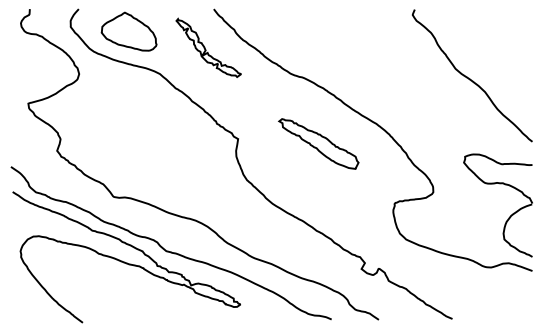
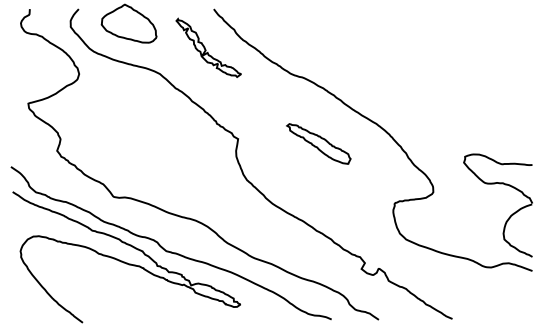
part at (128, 31) position: (128, 31) -> (128, 23)
curve at (470, 78): present -> none
part at (318, 143) size: 82x52 px -> 66x42 px
